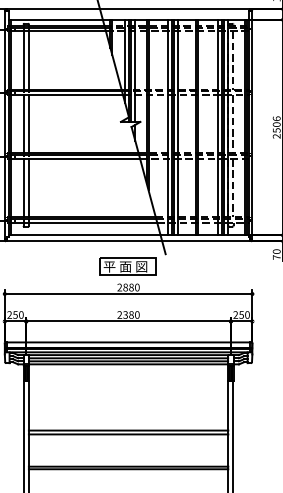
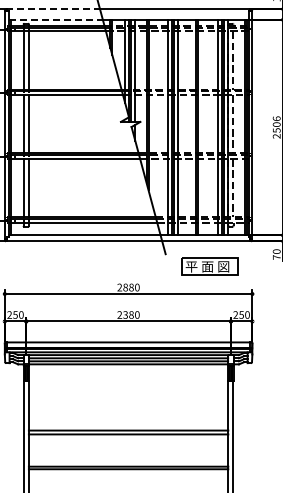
line at (53, 9): solid -> dashed
line at (56, 19): solid -> dashed
part at (127, 266) position: (127, 266) -> (209, 266)
